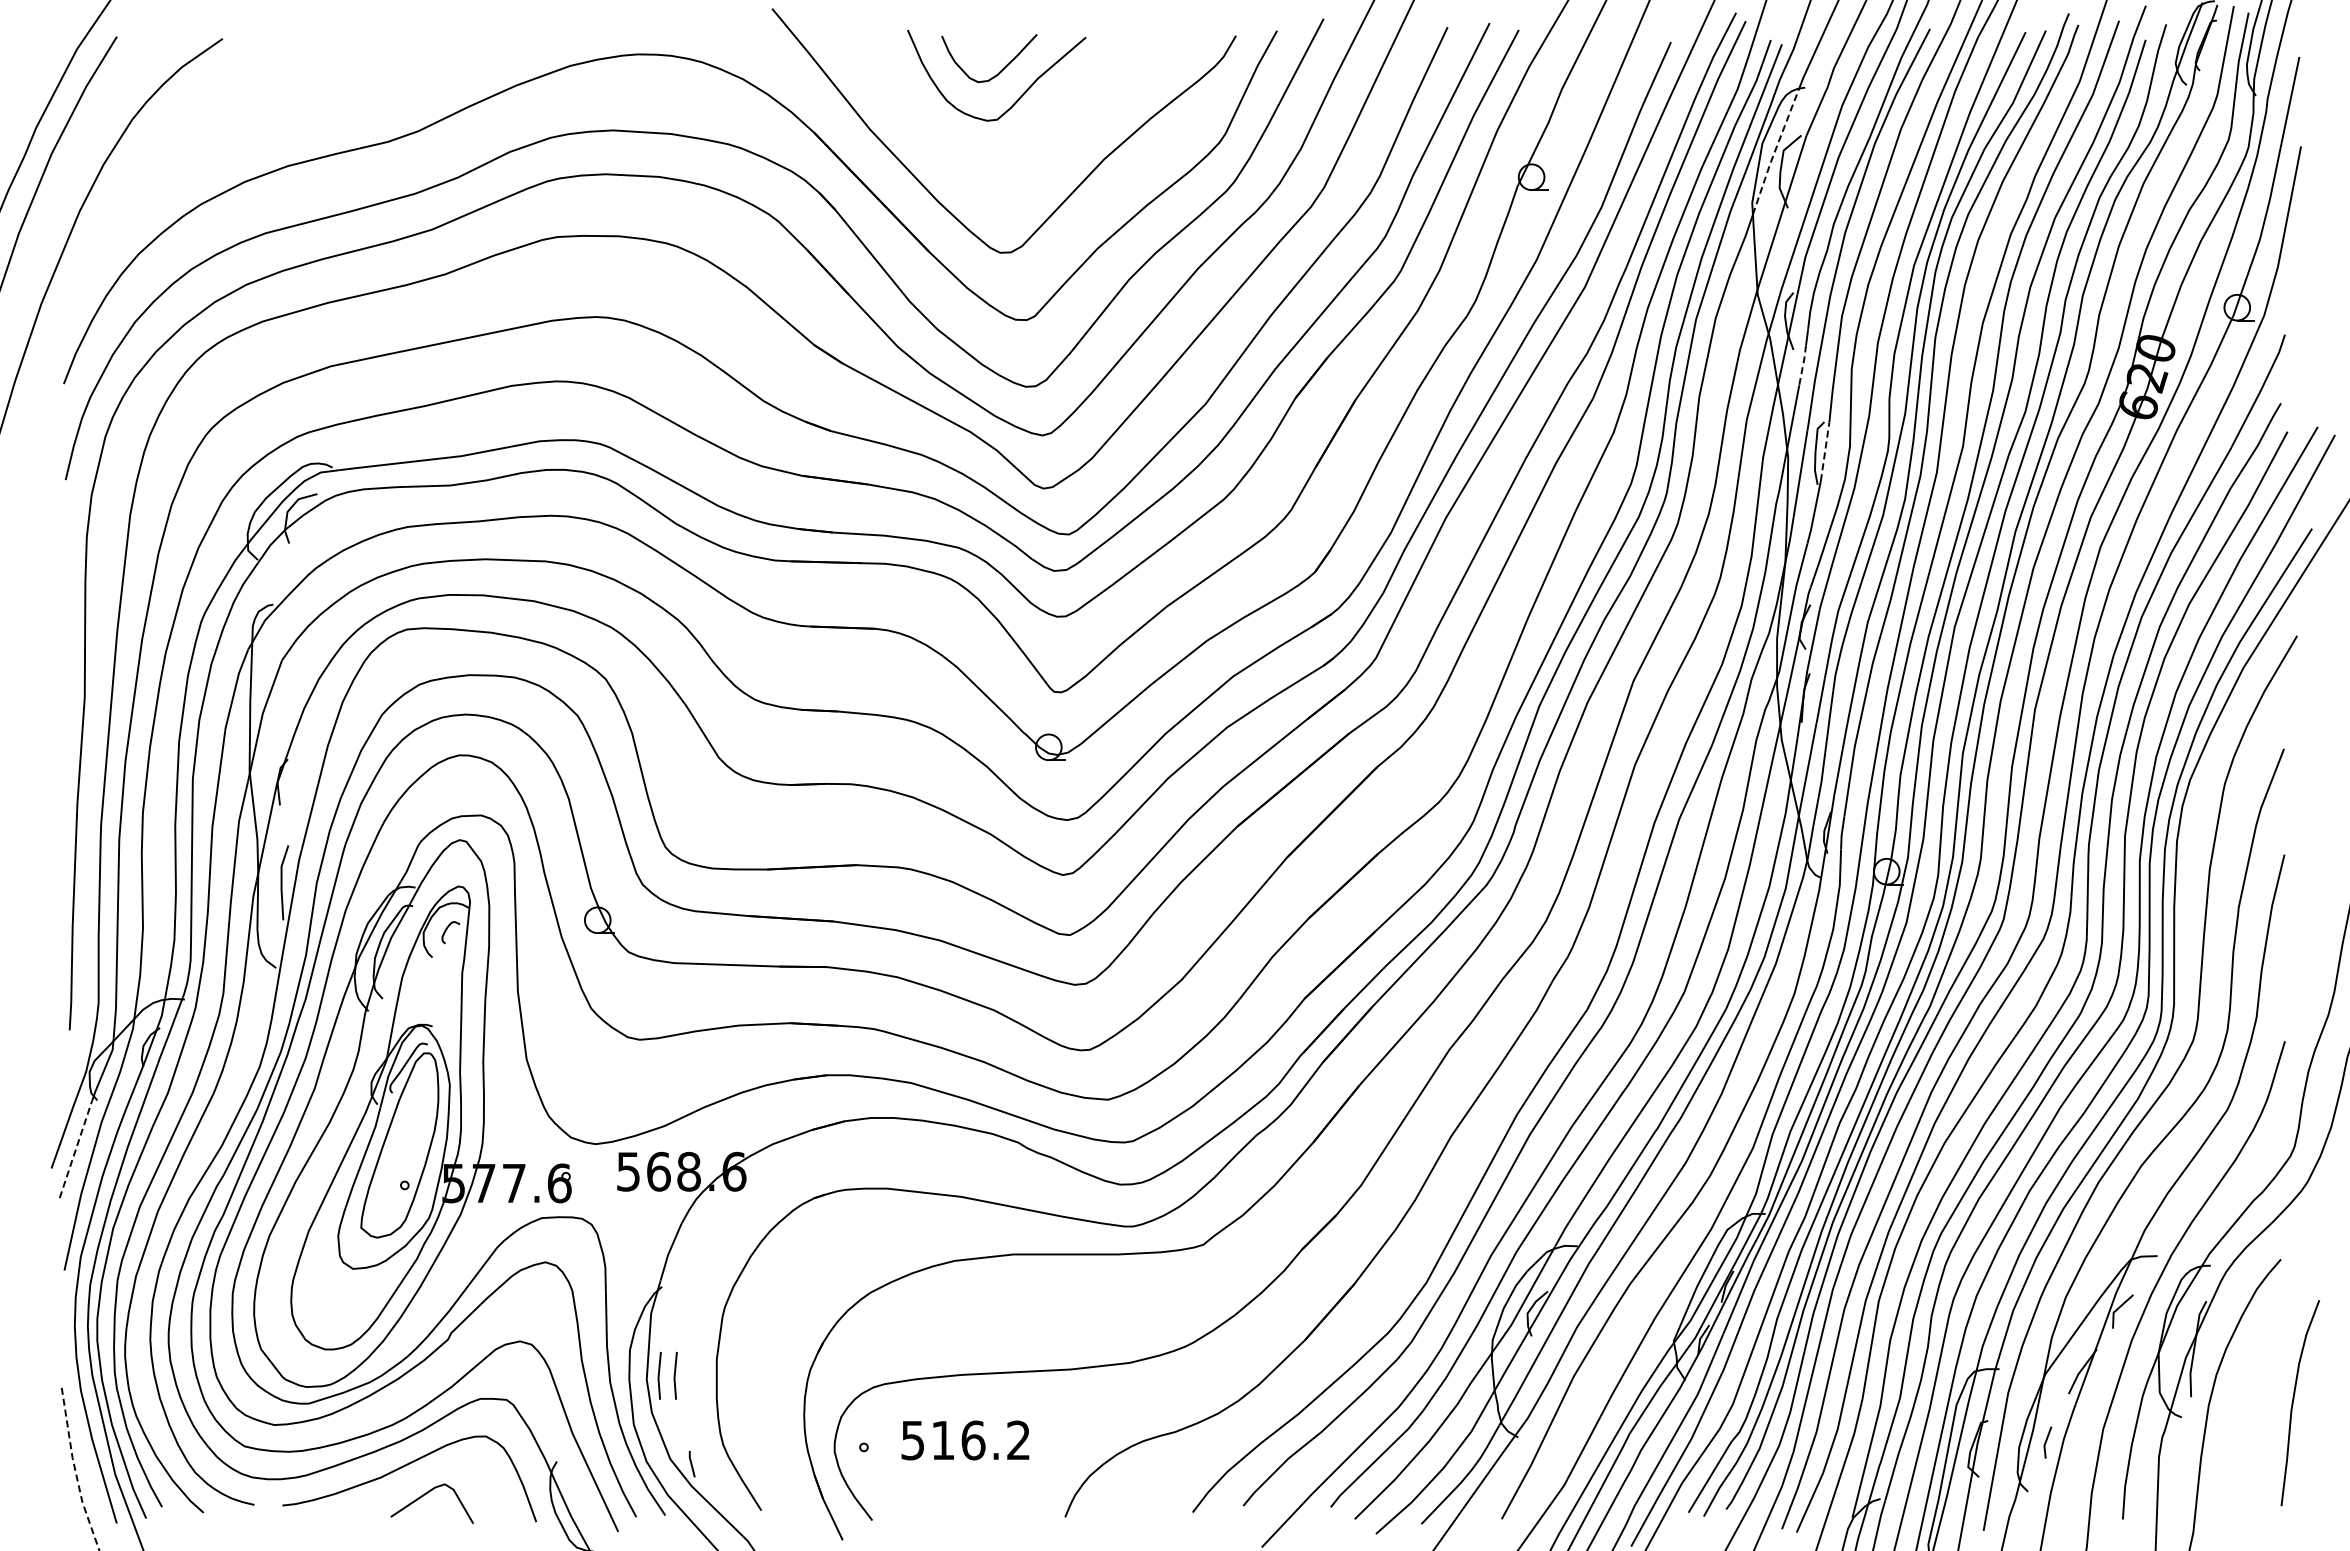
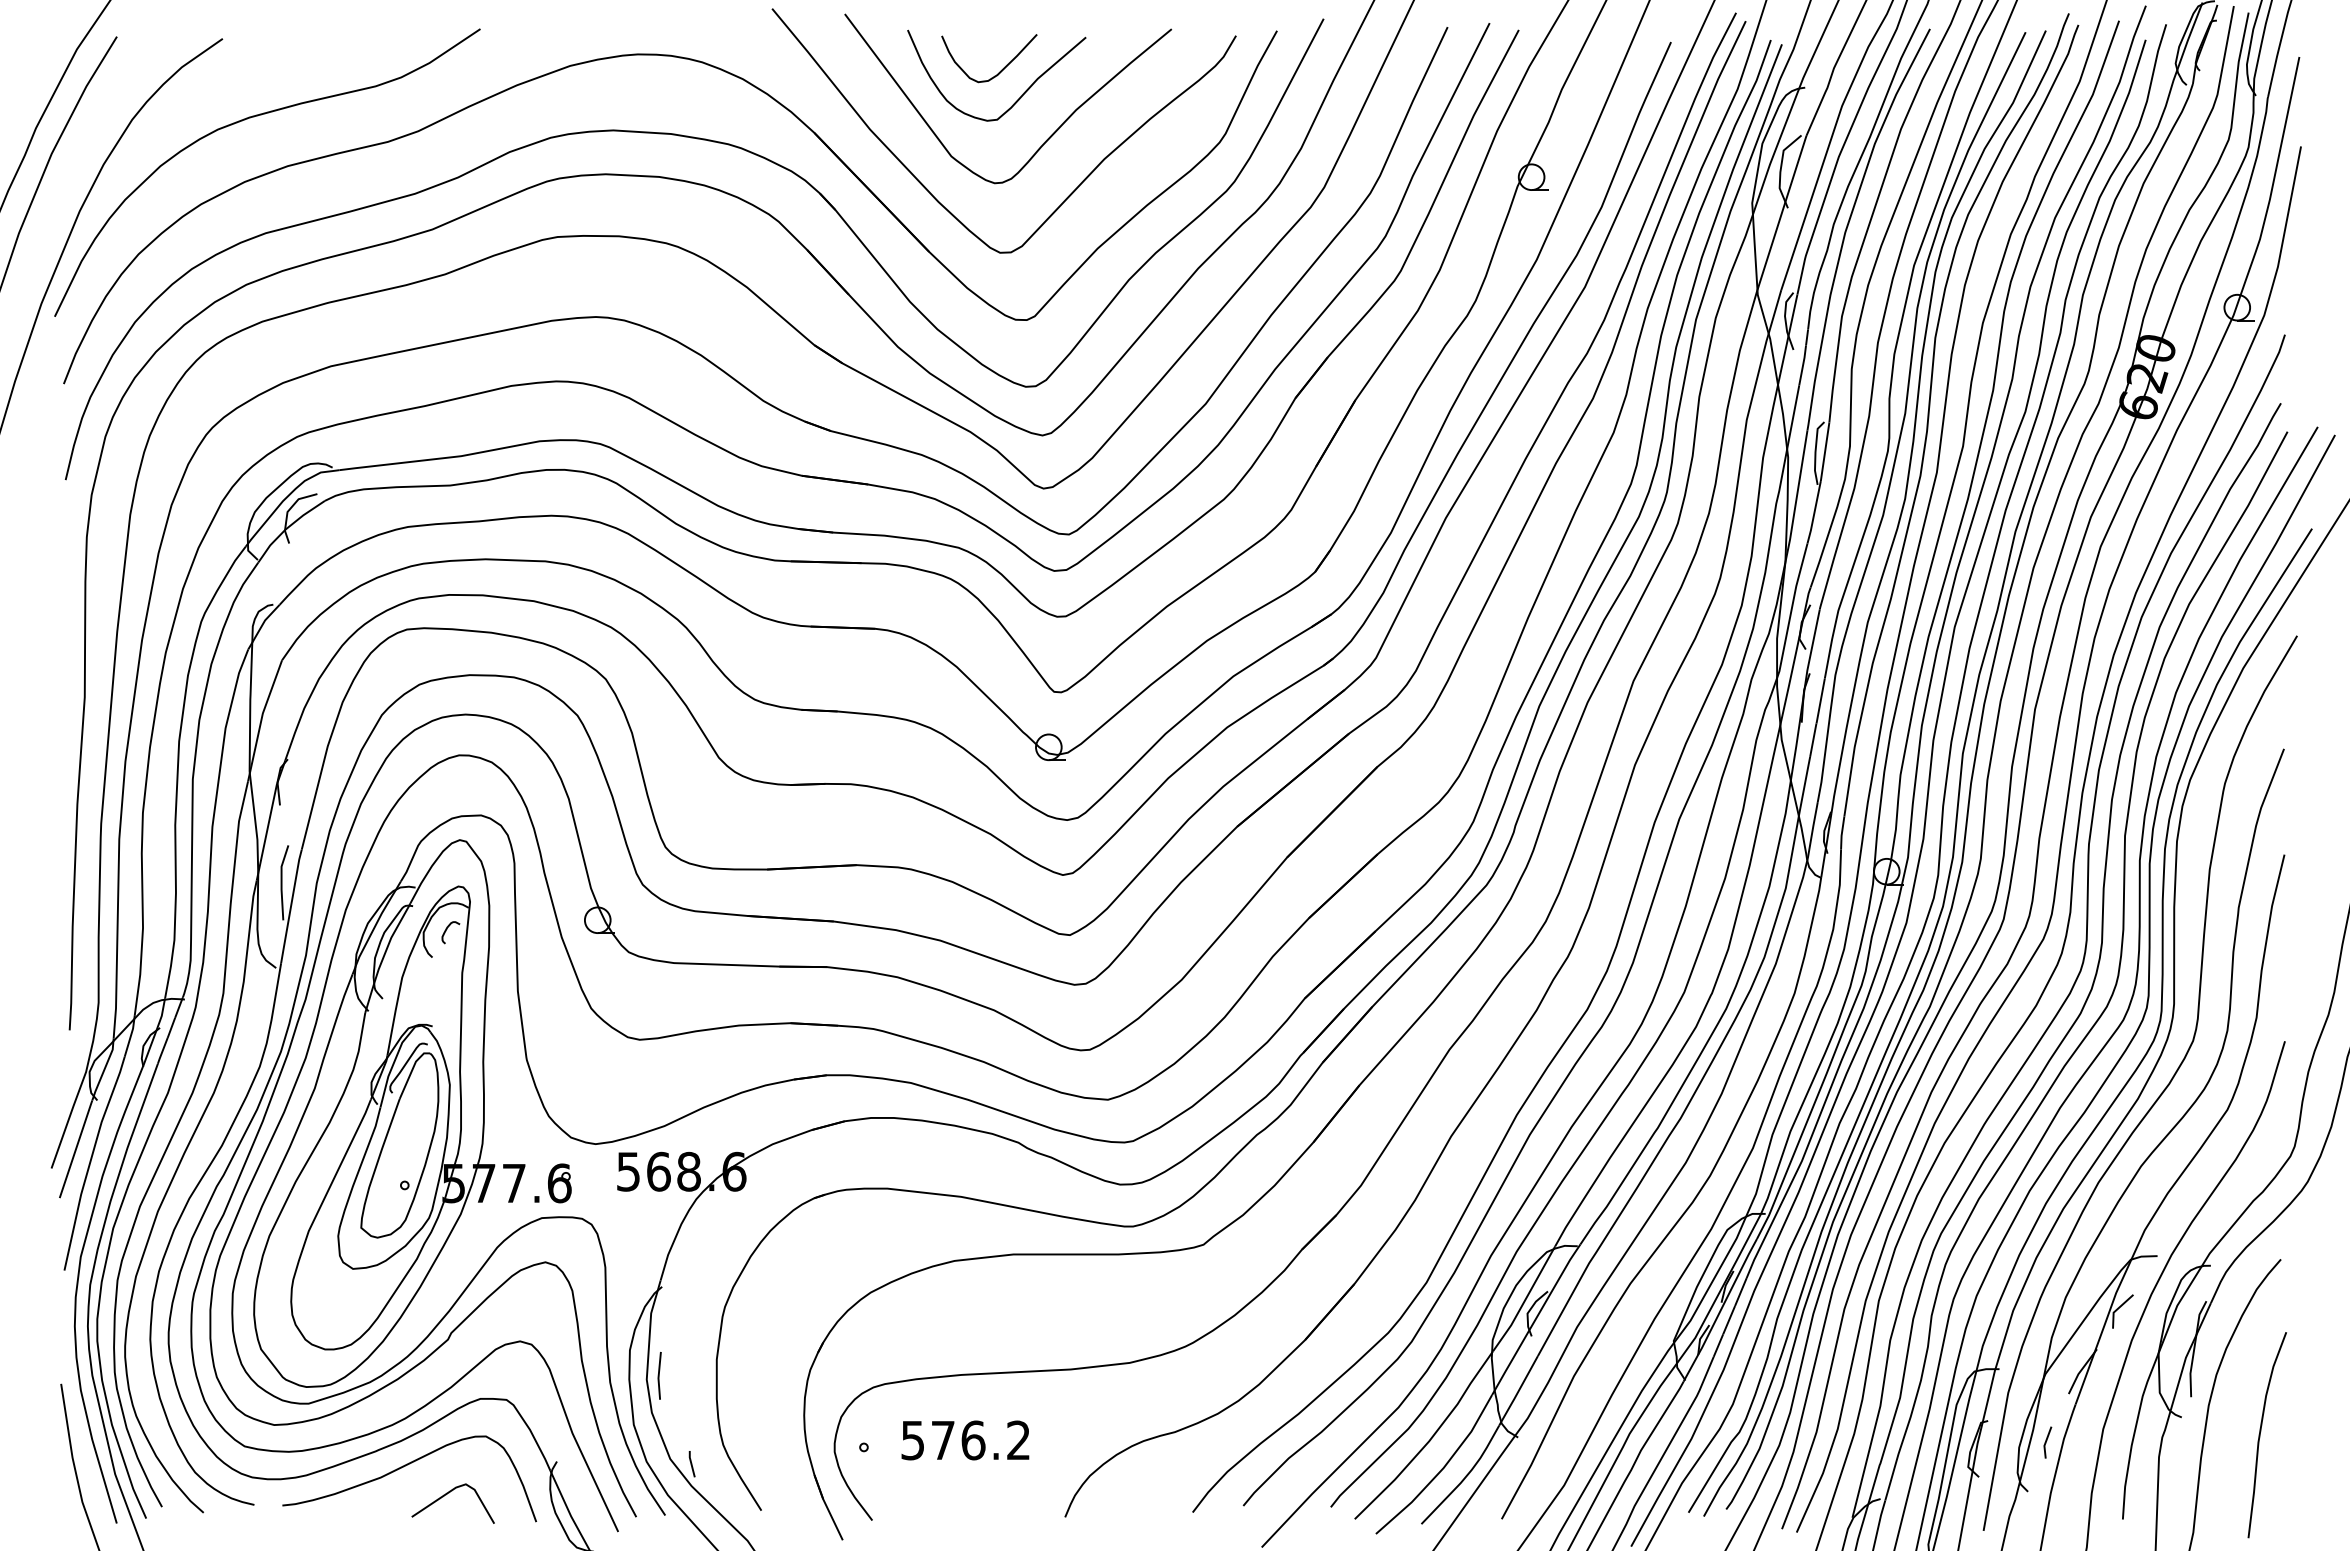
curve at (245, 120): none -> present
curve at (1048, 137): none -> present
line at (1775, 150): dashed -> solid
line at (1803, 365): dashed -> solid
line at (1825, 451): dashed -> solid
line at (76, 1147): dashed -> solid
line at (675, 1375): present -> none
curve at (2293, 1403) position: (2293, 1403) -> (2260, 1435)
text at (943, 1440): 516.2 -> 576.2
line at (74, 1468): dashed -> solid
line at (425, 1495) position: (425, 1495) -> (446, 1495)
